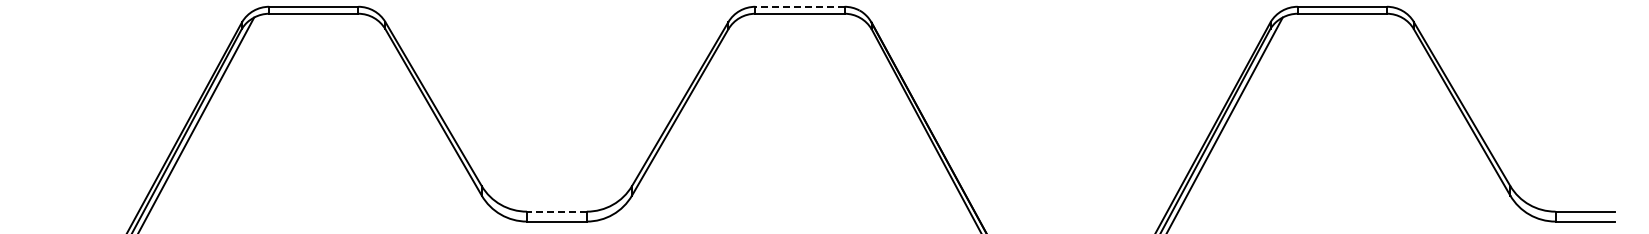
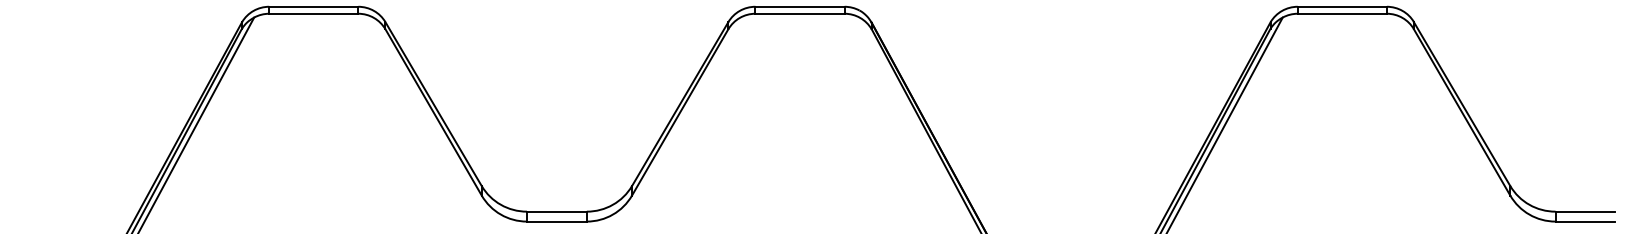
line at (800, 6): dashed -> solid
line at (556, 211): dashed -> solid
